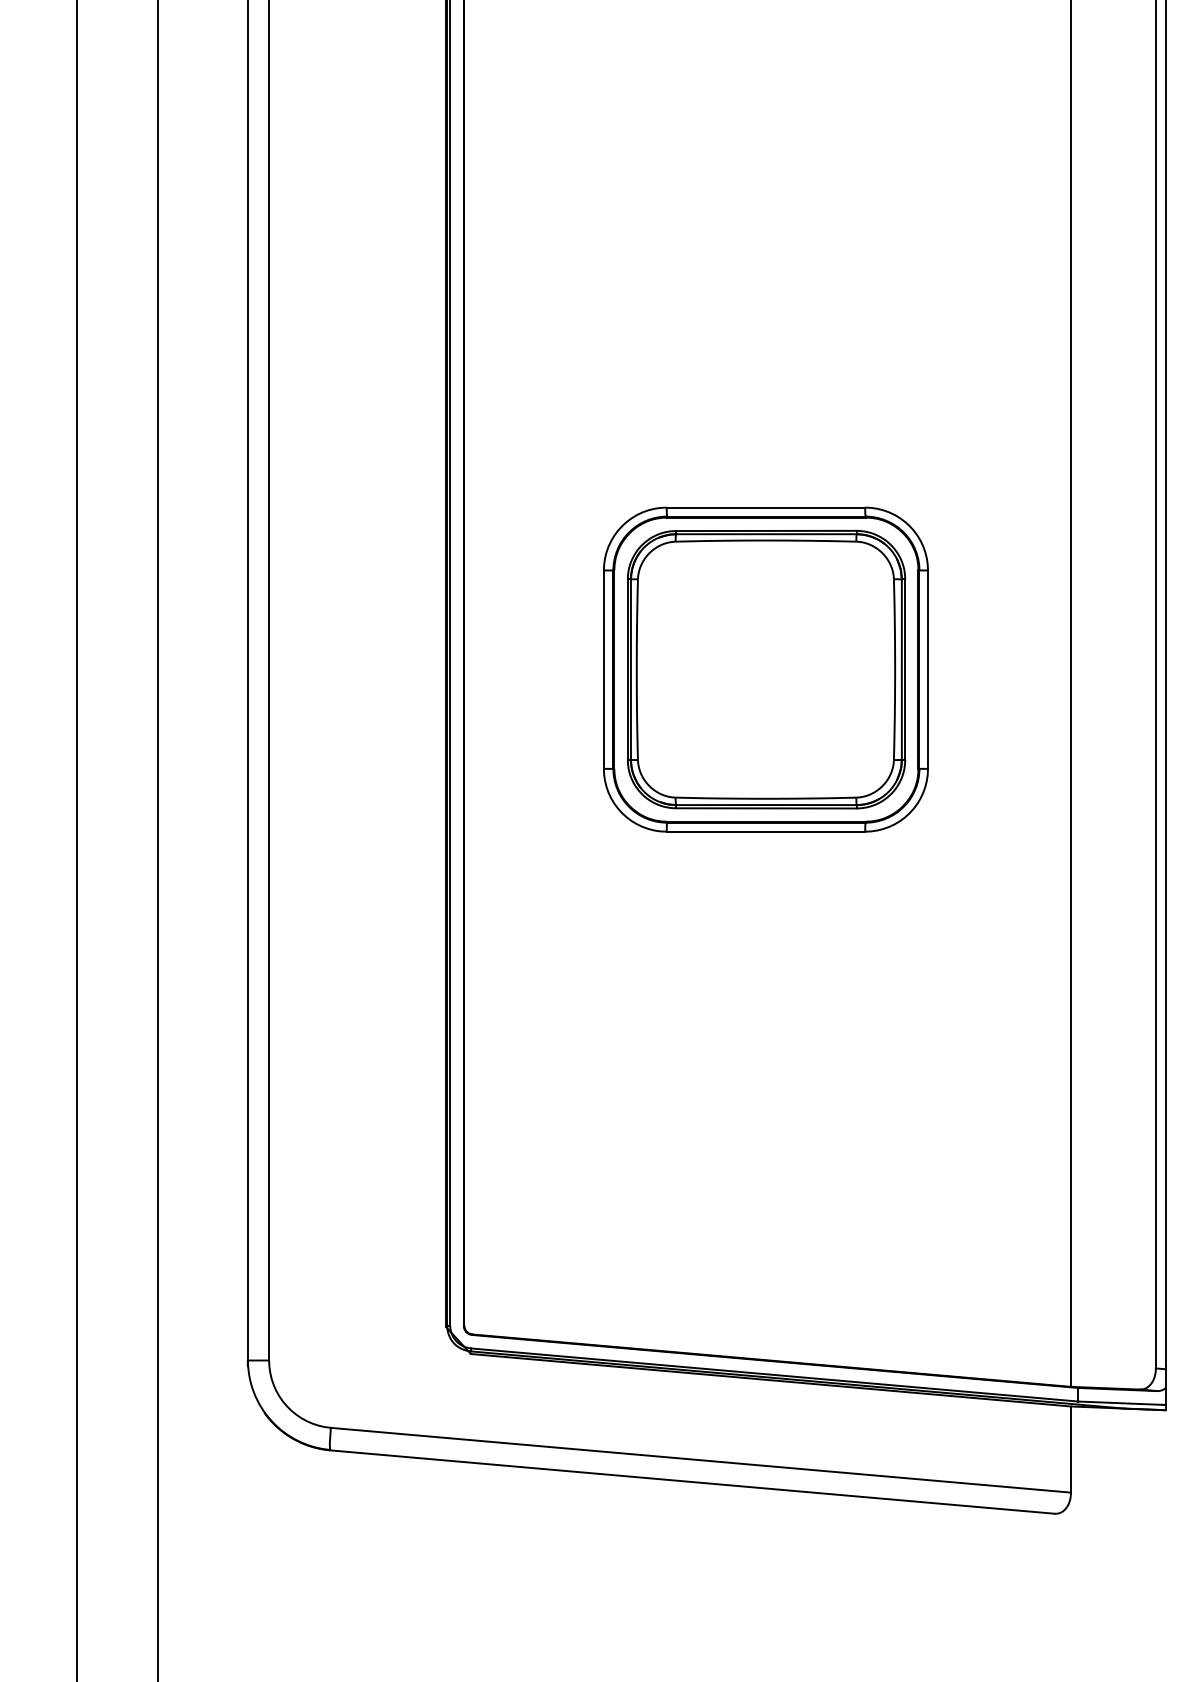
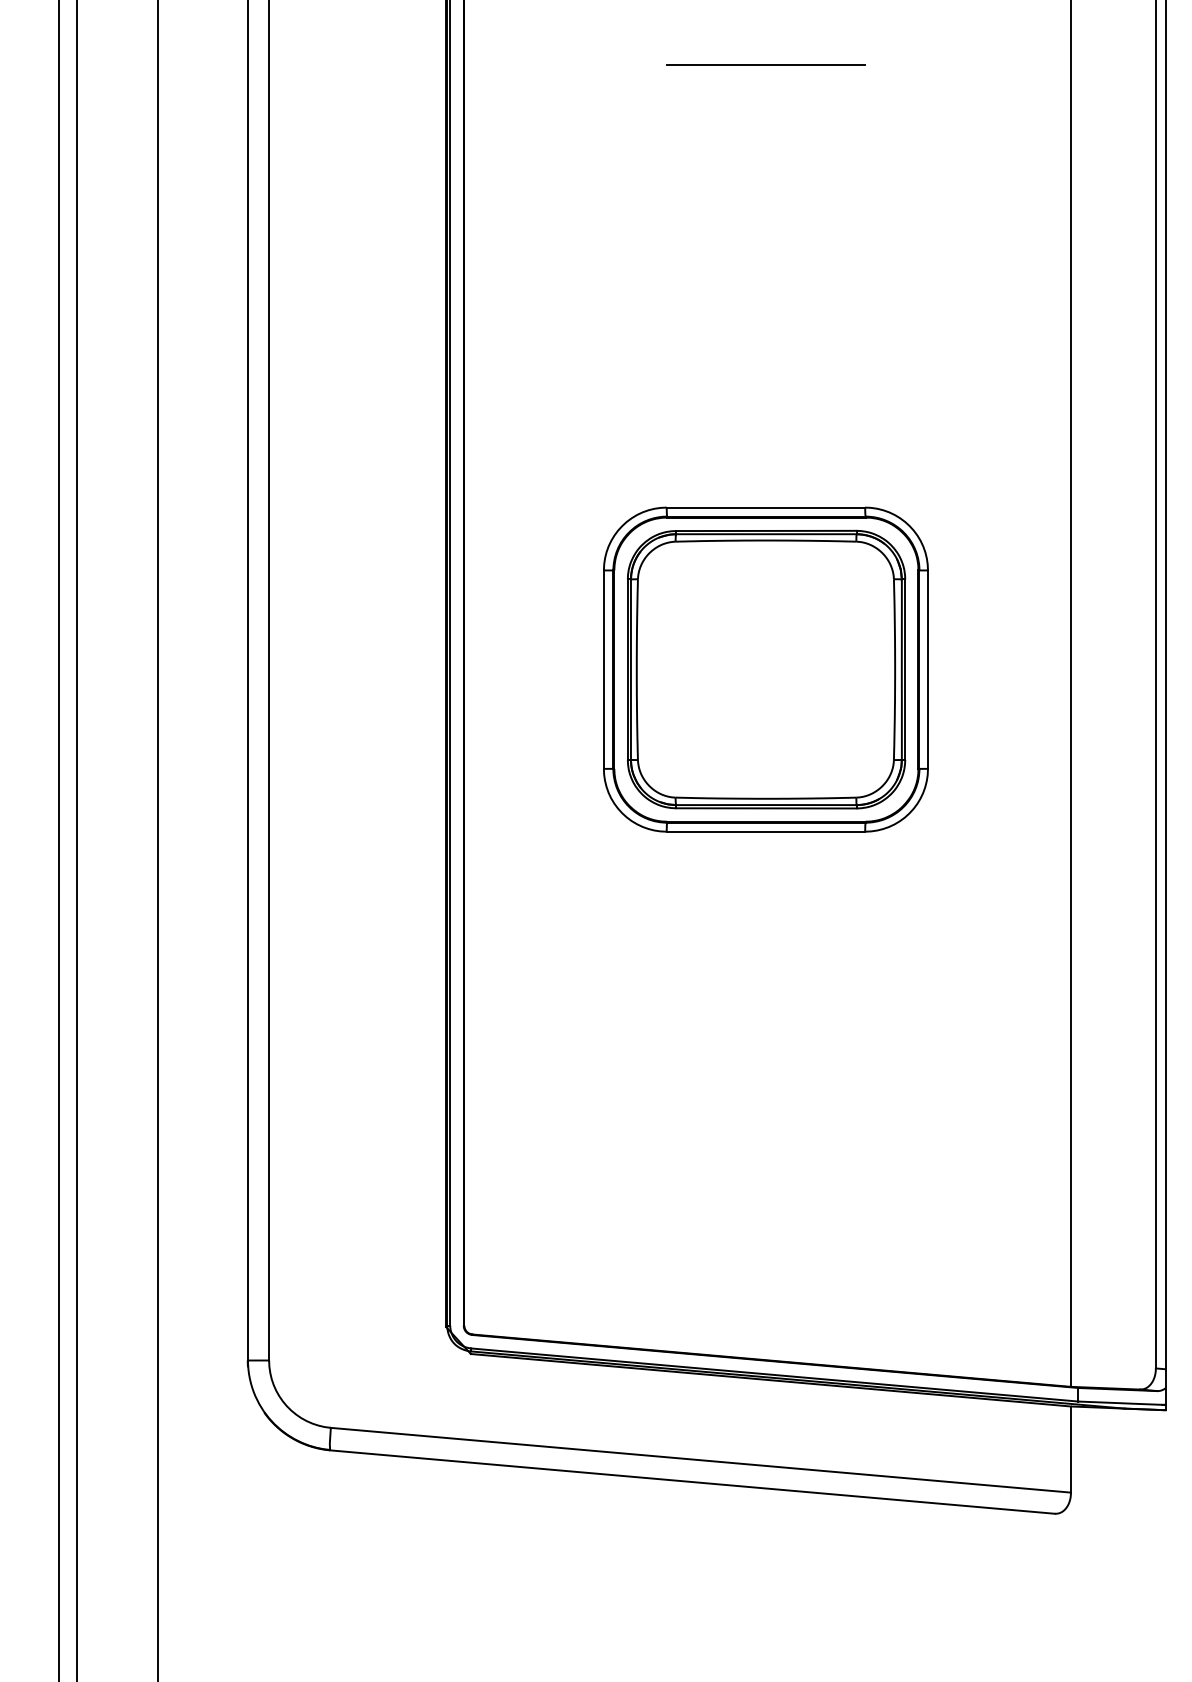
line at (765, 64): none -> present
line at (58, 840): none -> present
